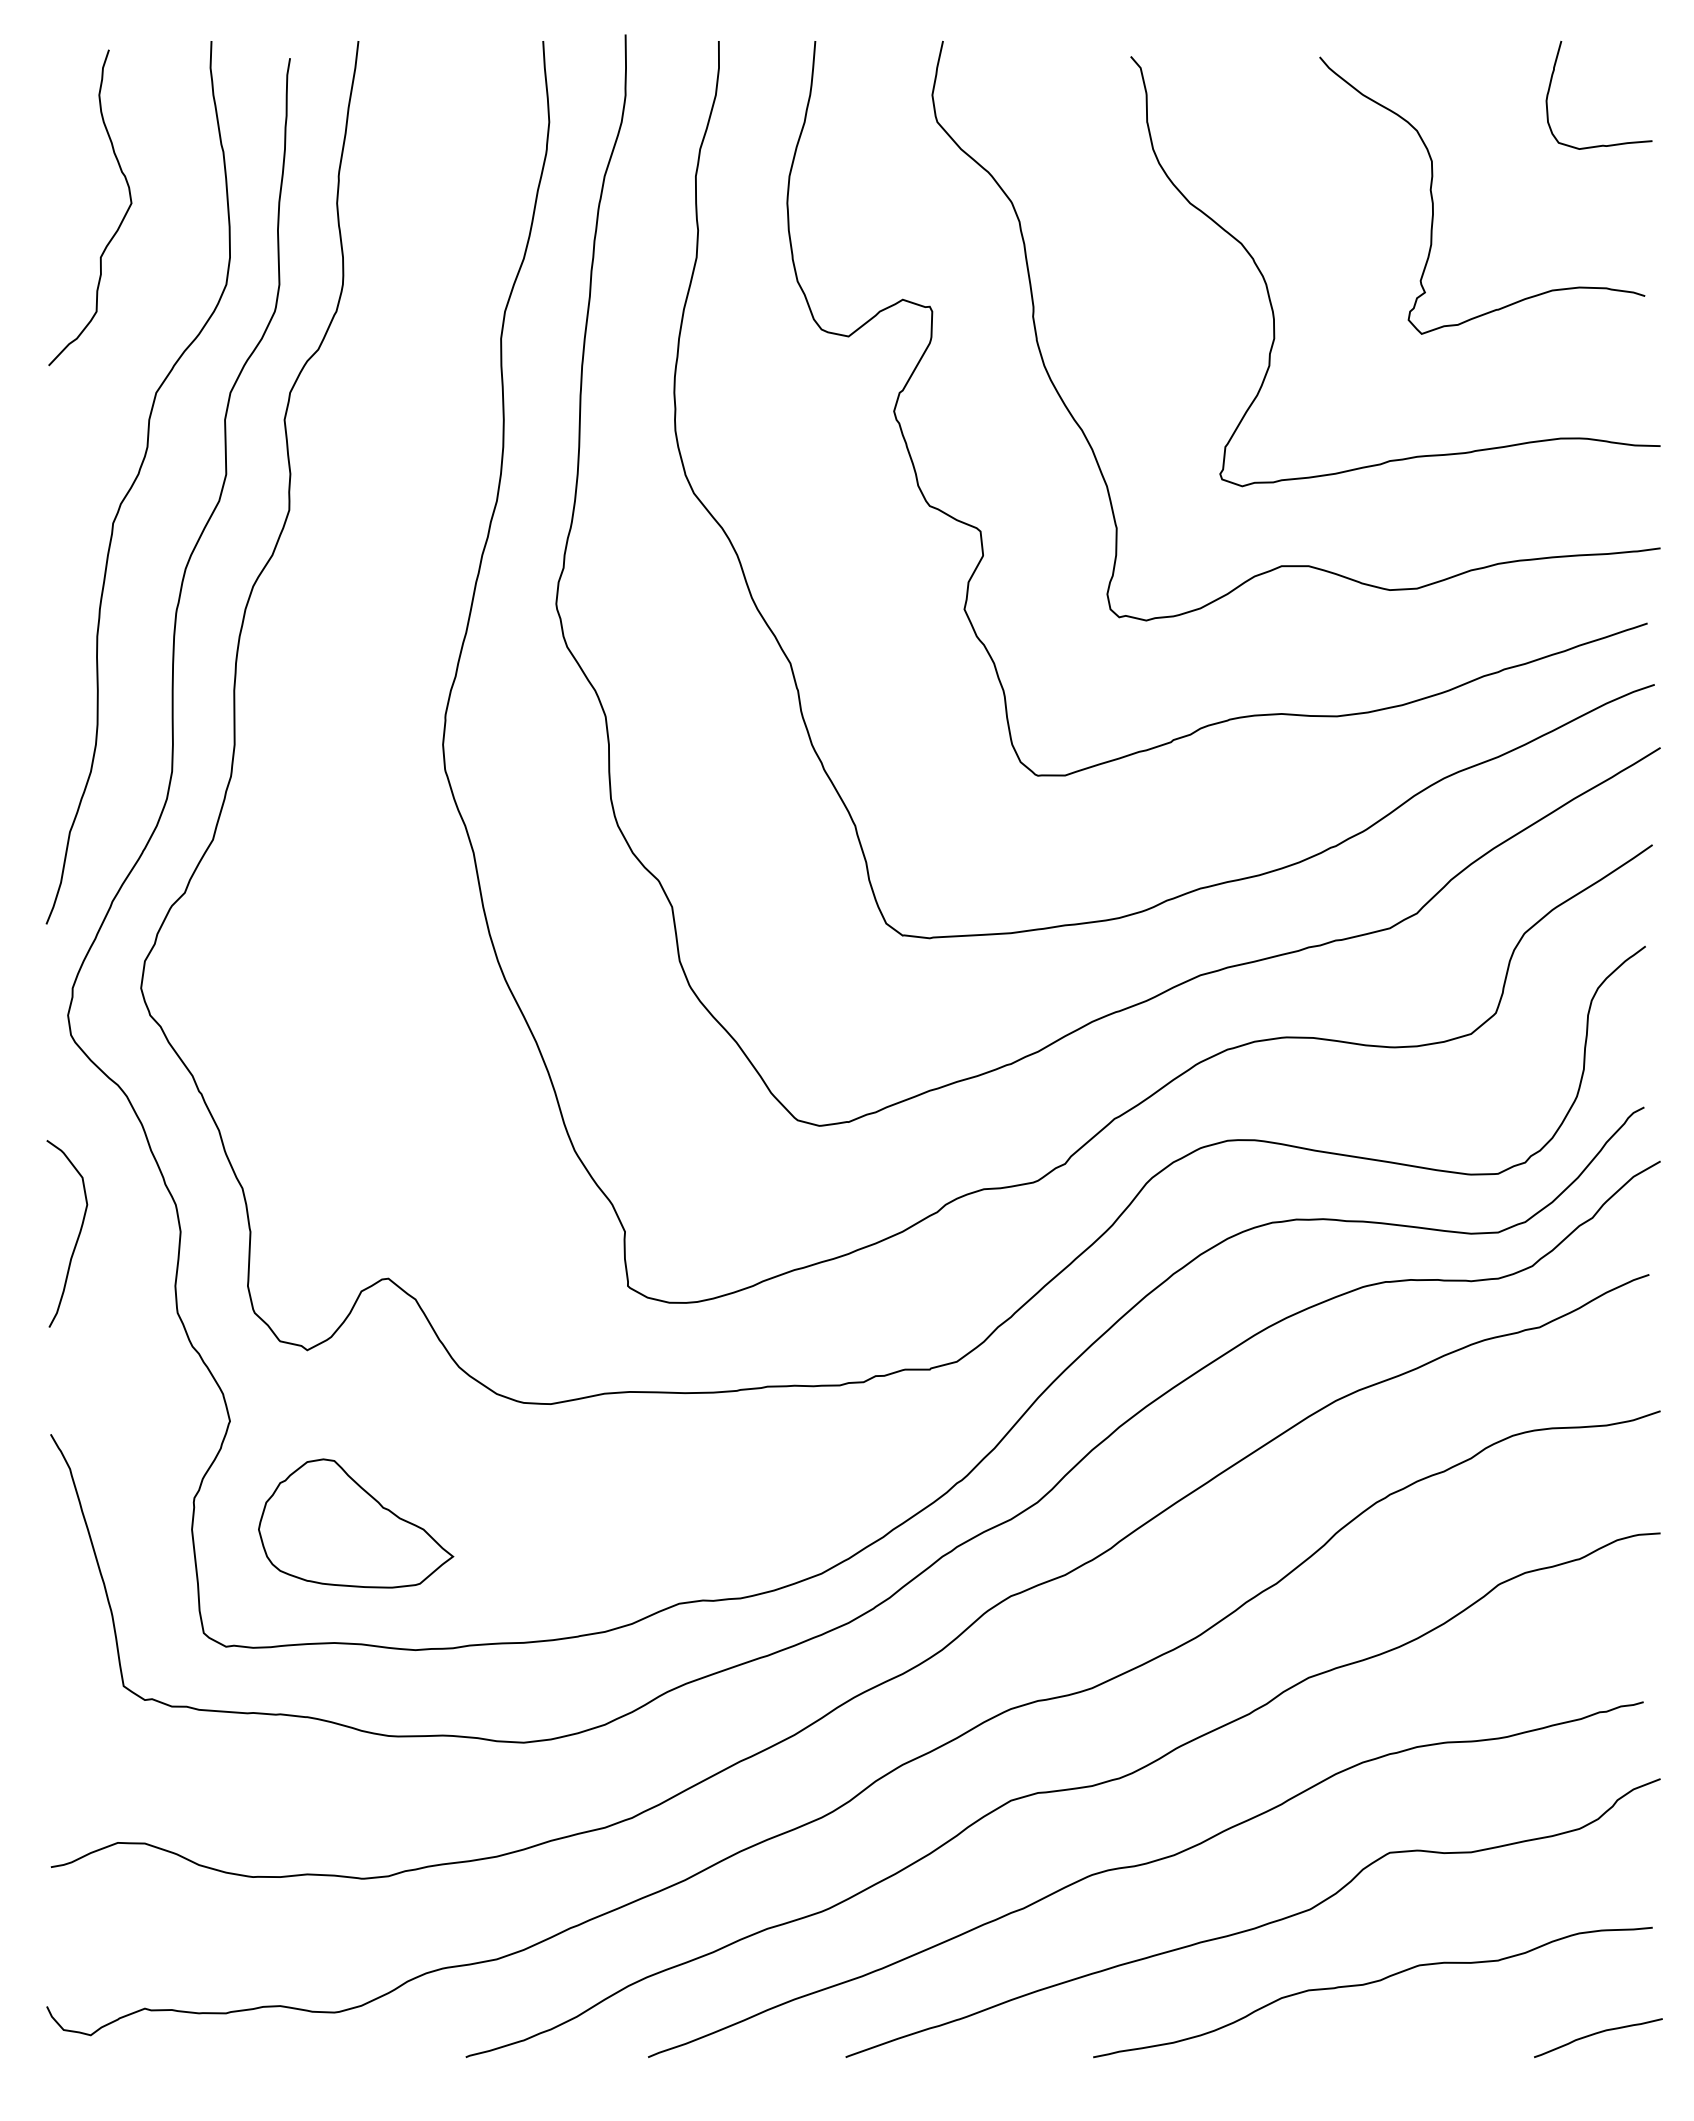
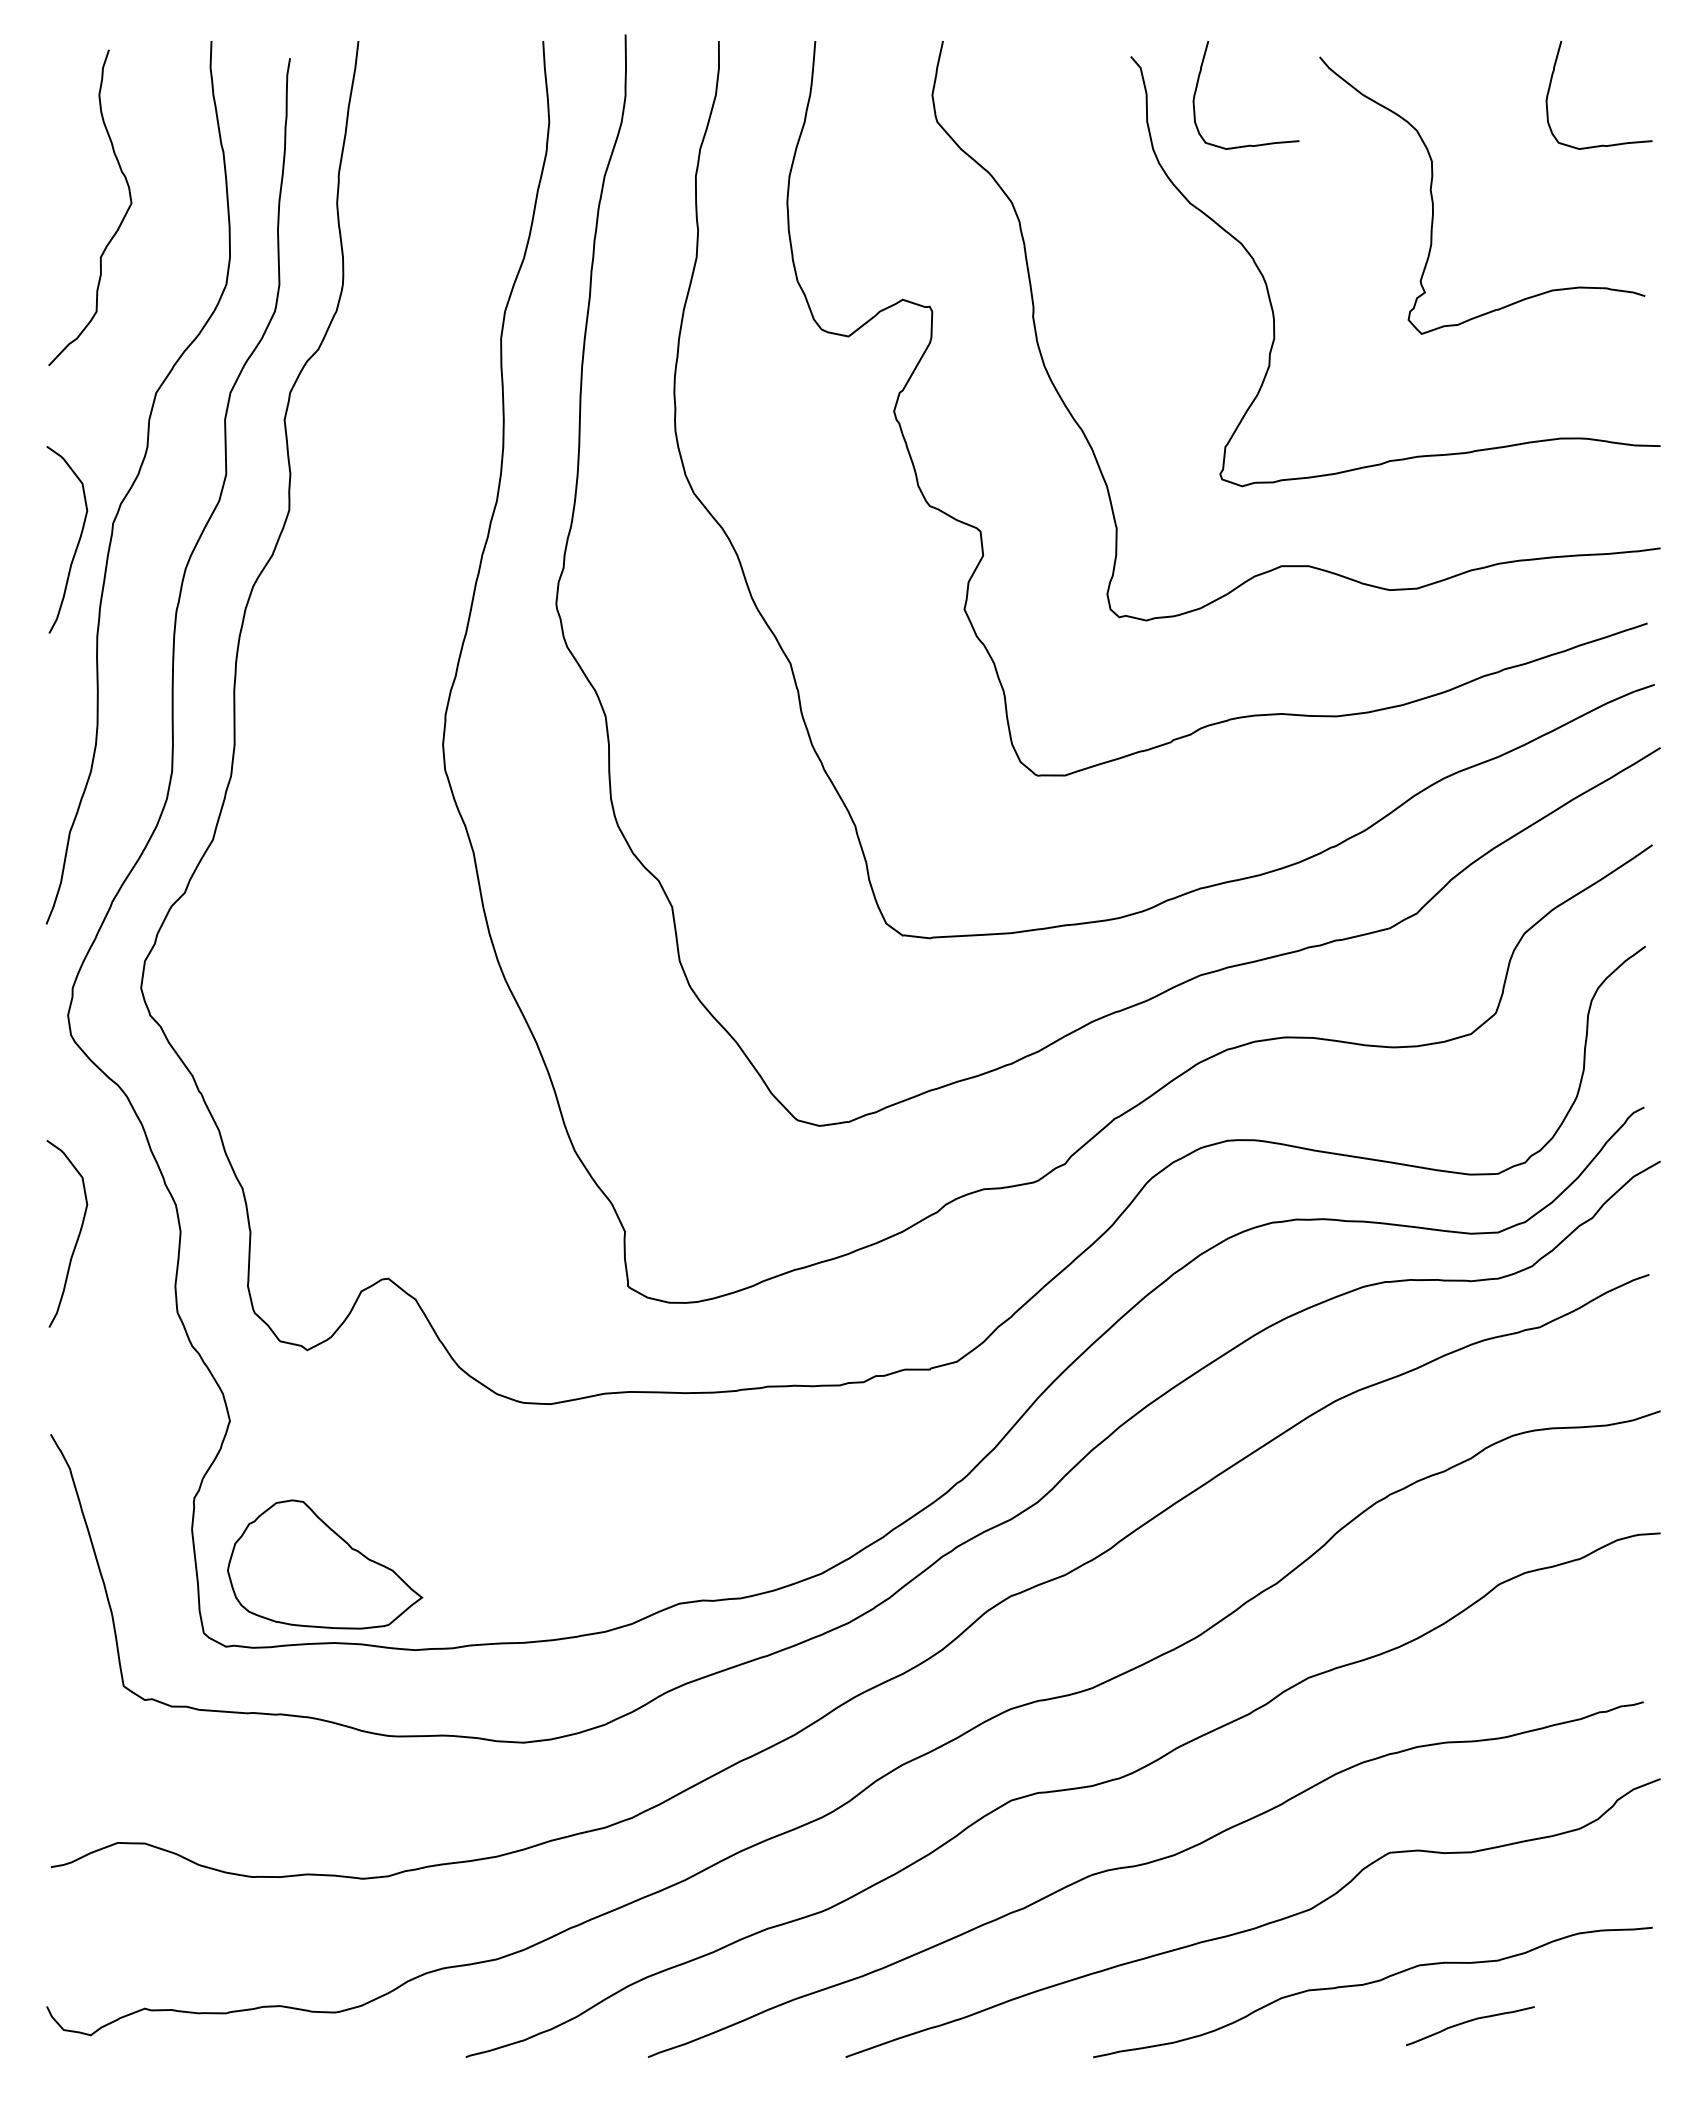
curve at (1198, 83): none -> present
curve at (77, 542): none -> present
part at (356, 1523) position: (356, 1523) -> (325, 1564)
curve at (1596, 2034) position: (1596, 2034) -> (1468, 2022)
